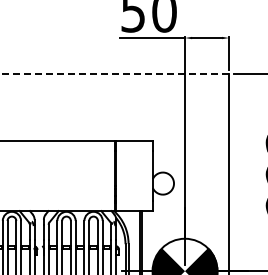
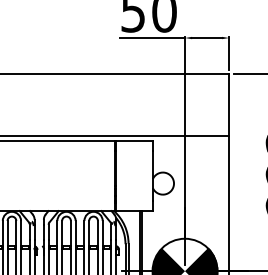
line at (114, 74): dashed -> solid
line at (115, 136): none -> present
